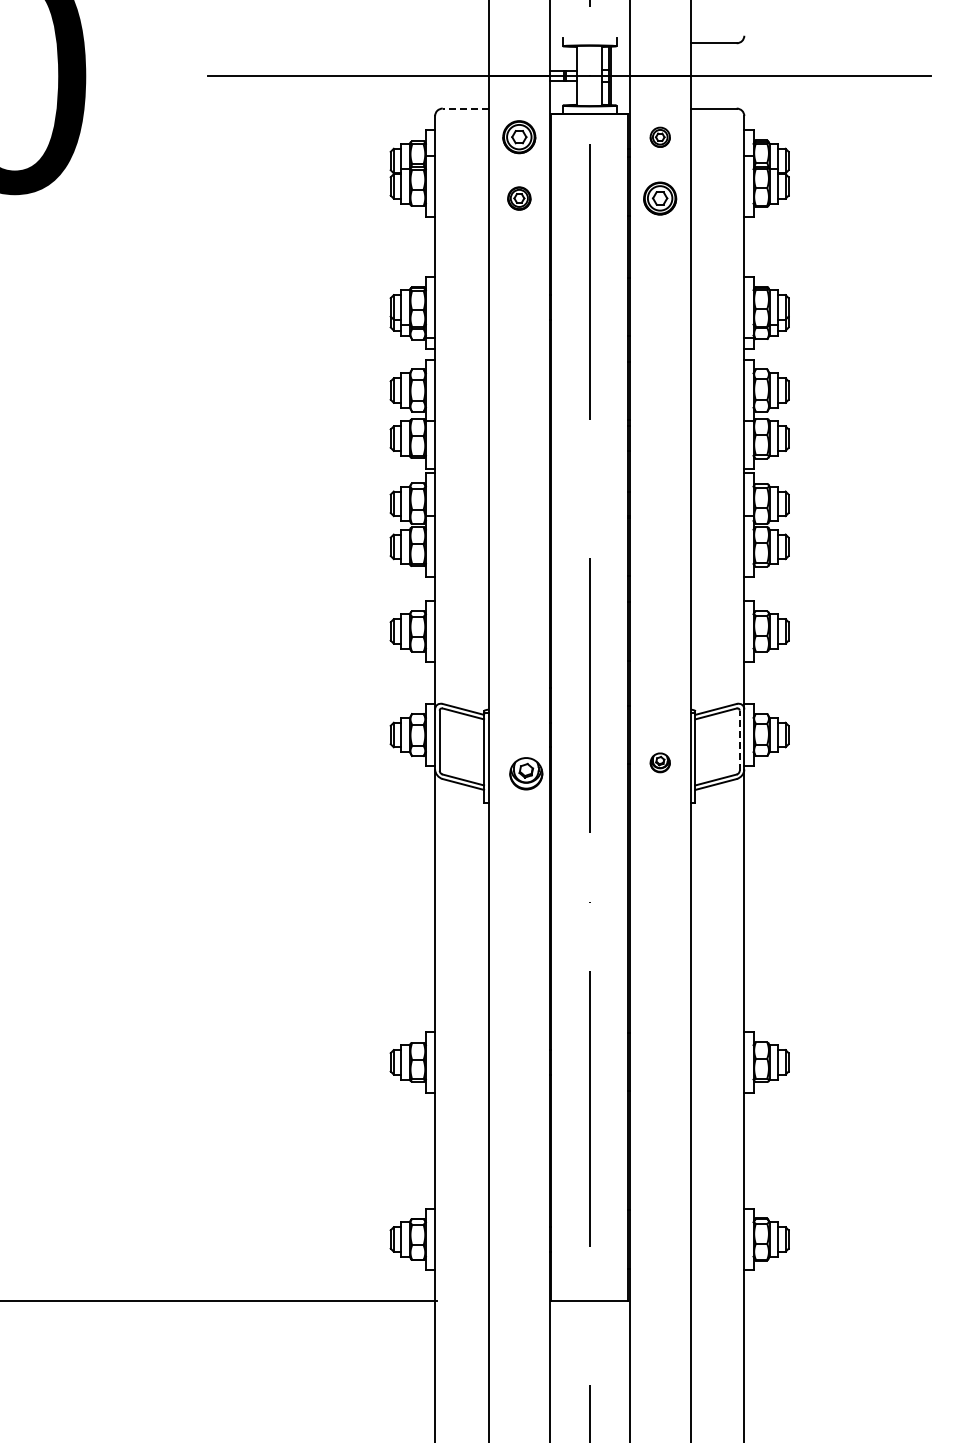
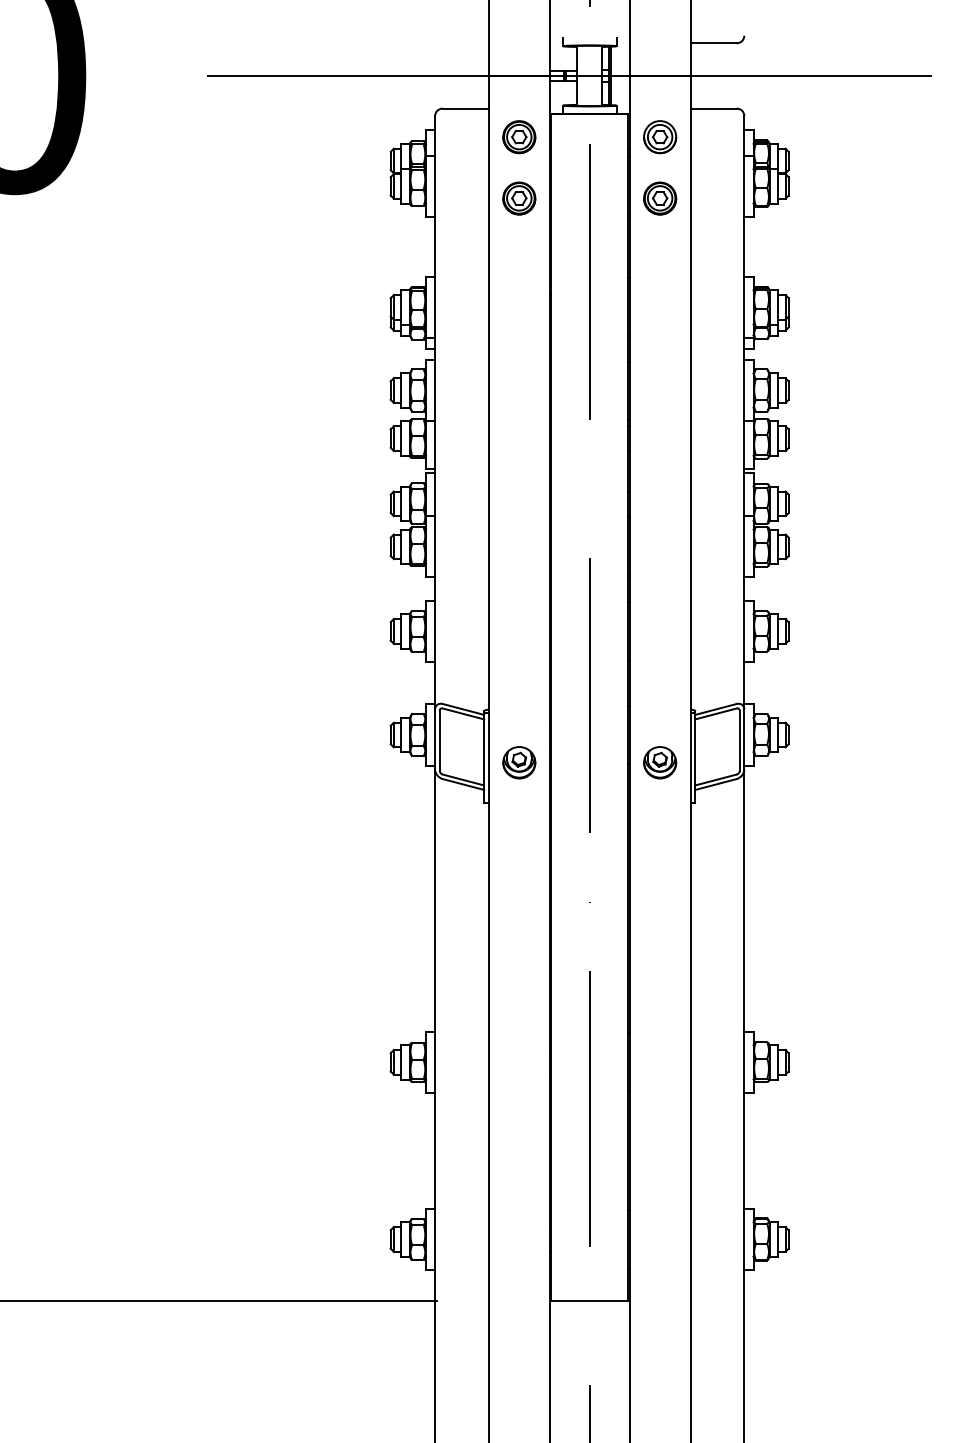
line at (465, 108): dashed -> solid
part at (659, 136) size: 22x22 px -> 35x35 px
part at (519, 198) size: 25x25 px -> 35x35 px
line at (739, 740): dashed -> solid
part at (659, 762) size: 22x22 px -> 35x34 px
part at (526, 773) position: (526, 773) -> (519, 762)
